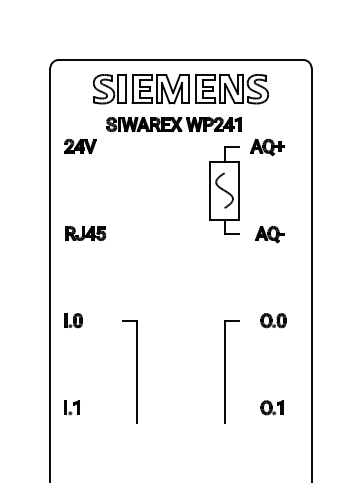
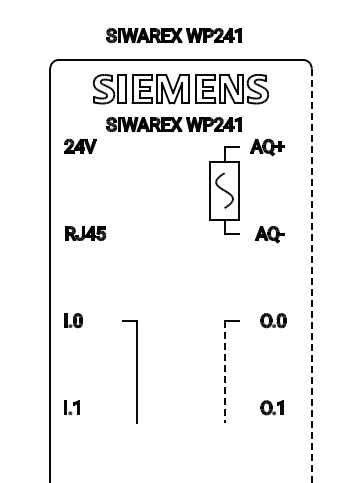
part at (173, 35): none -> present
line at (311, 275): solid -> dashed
line at (224, 372): solid -> dashed
